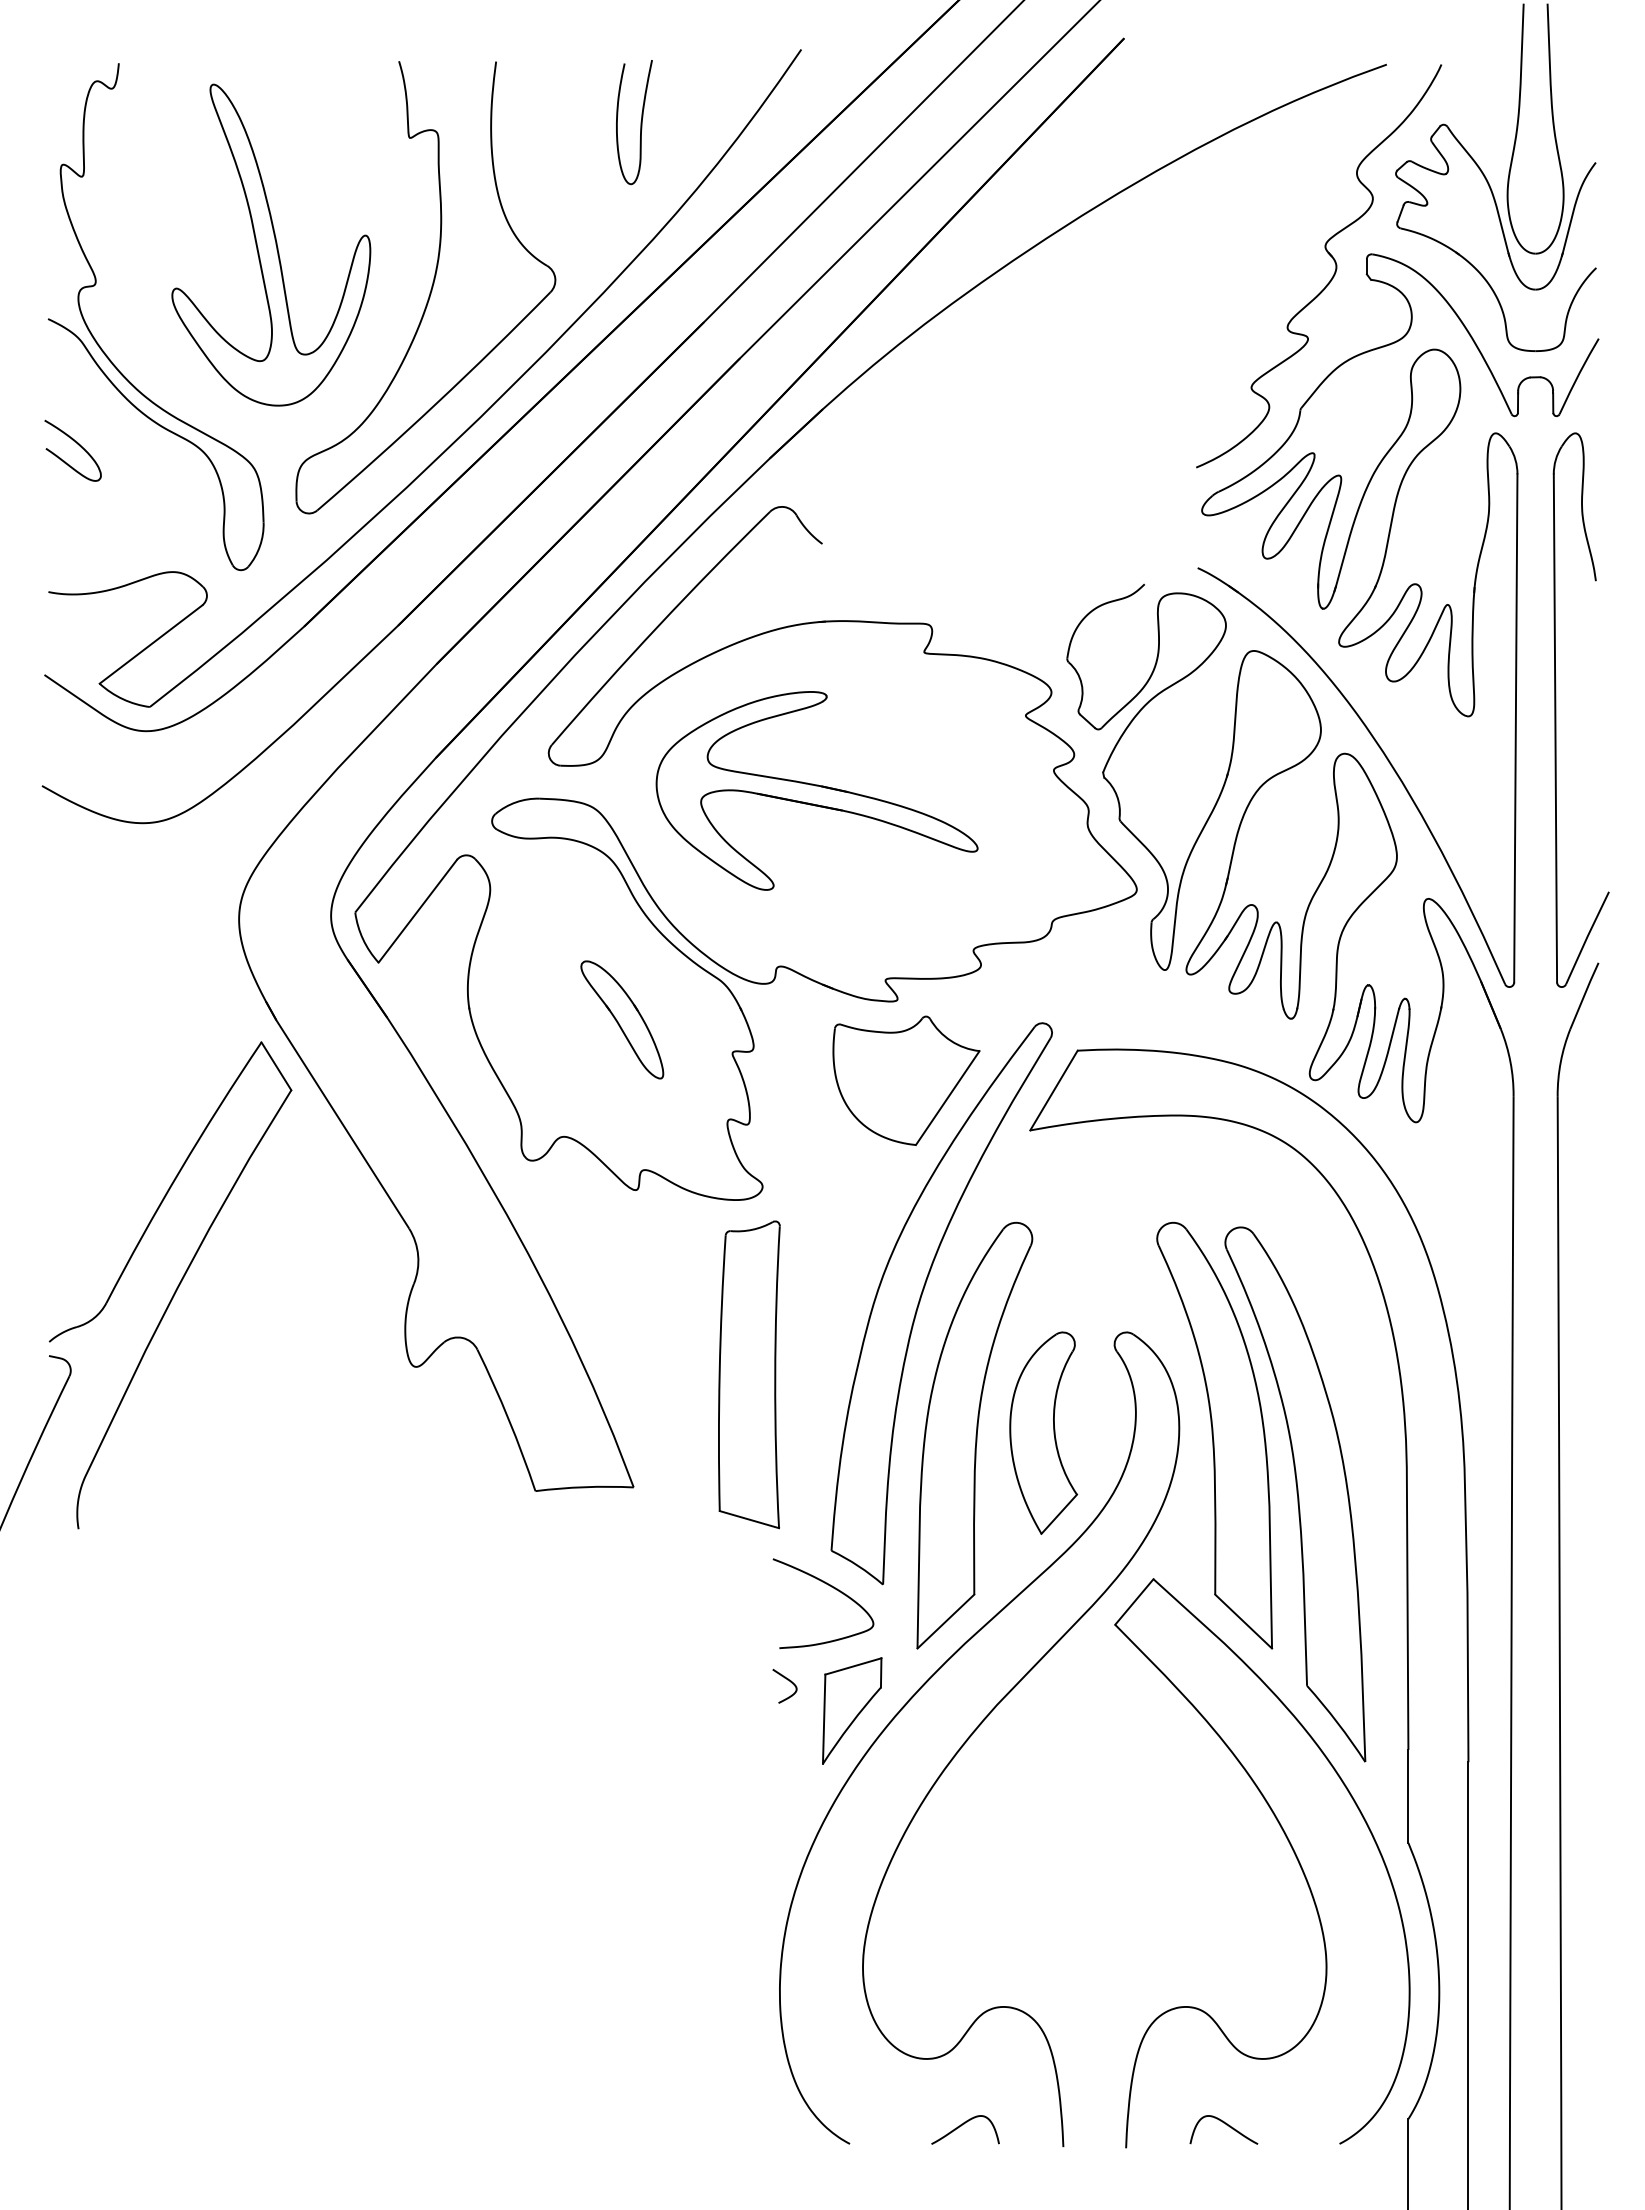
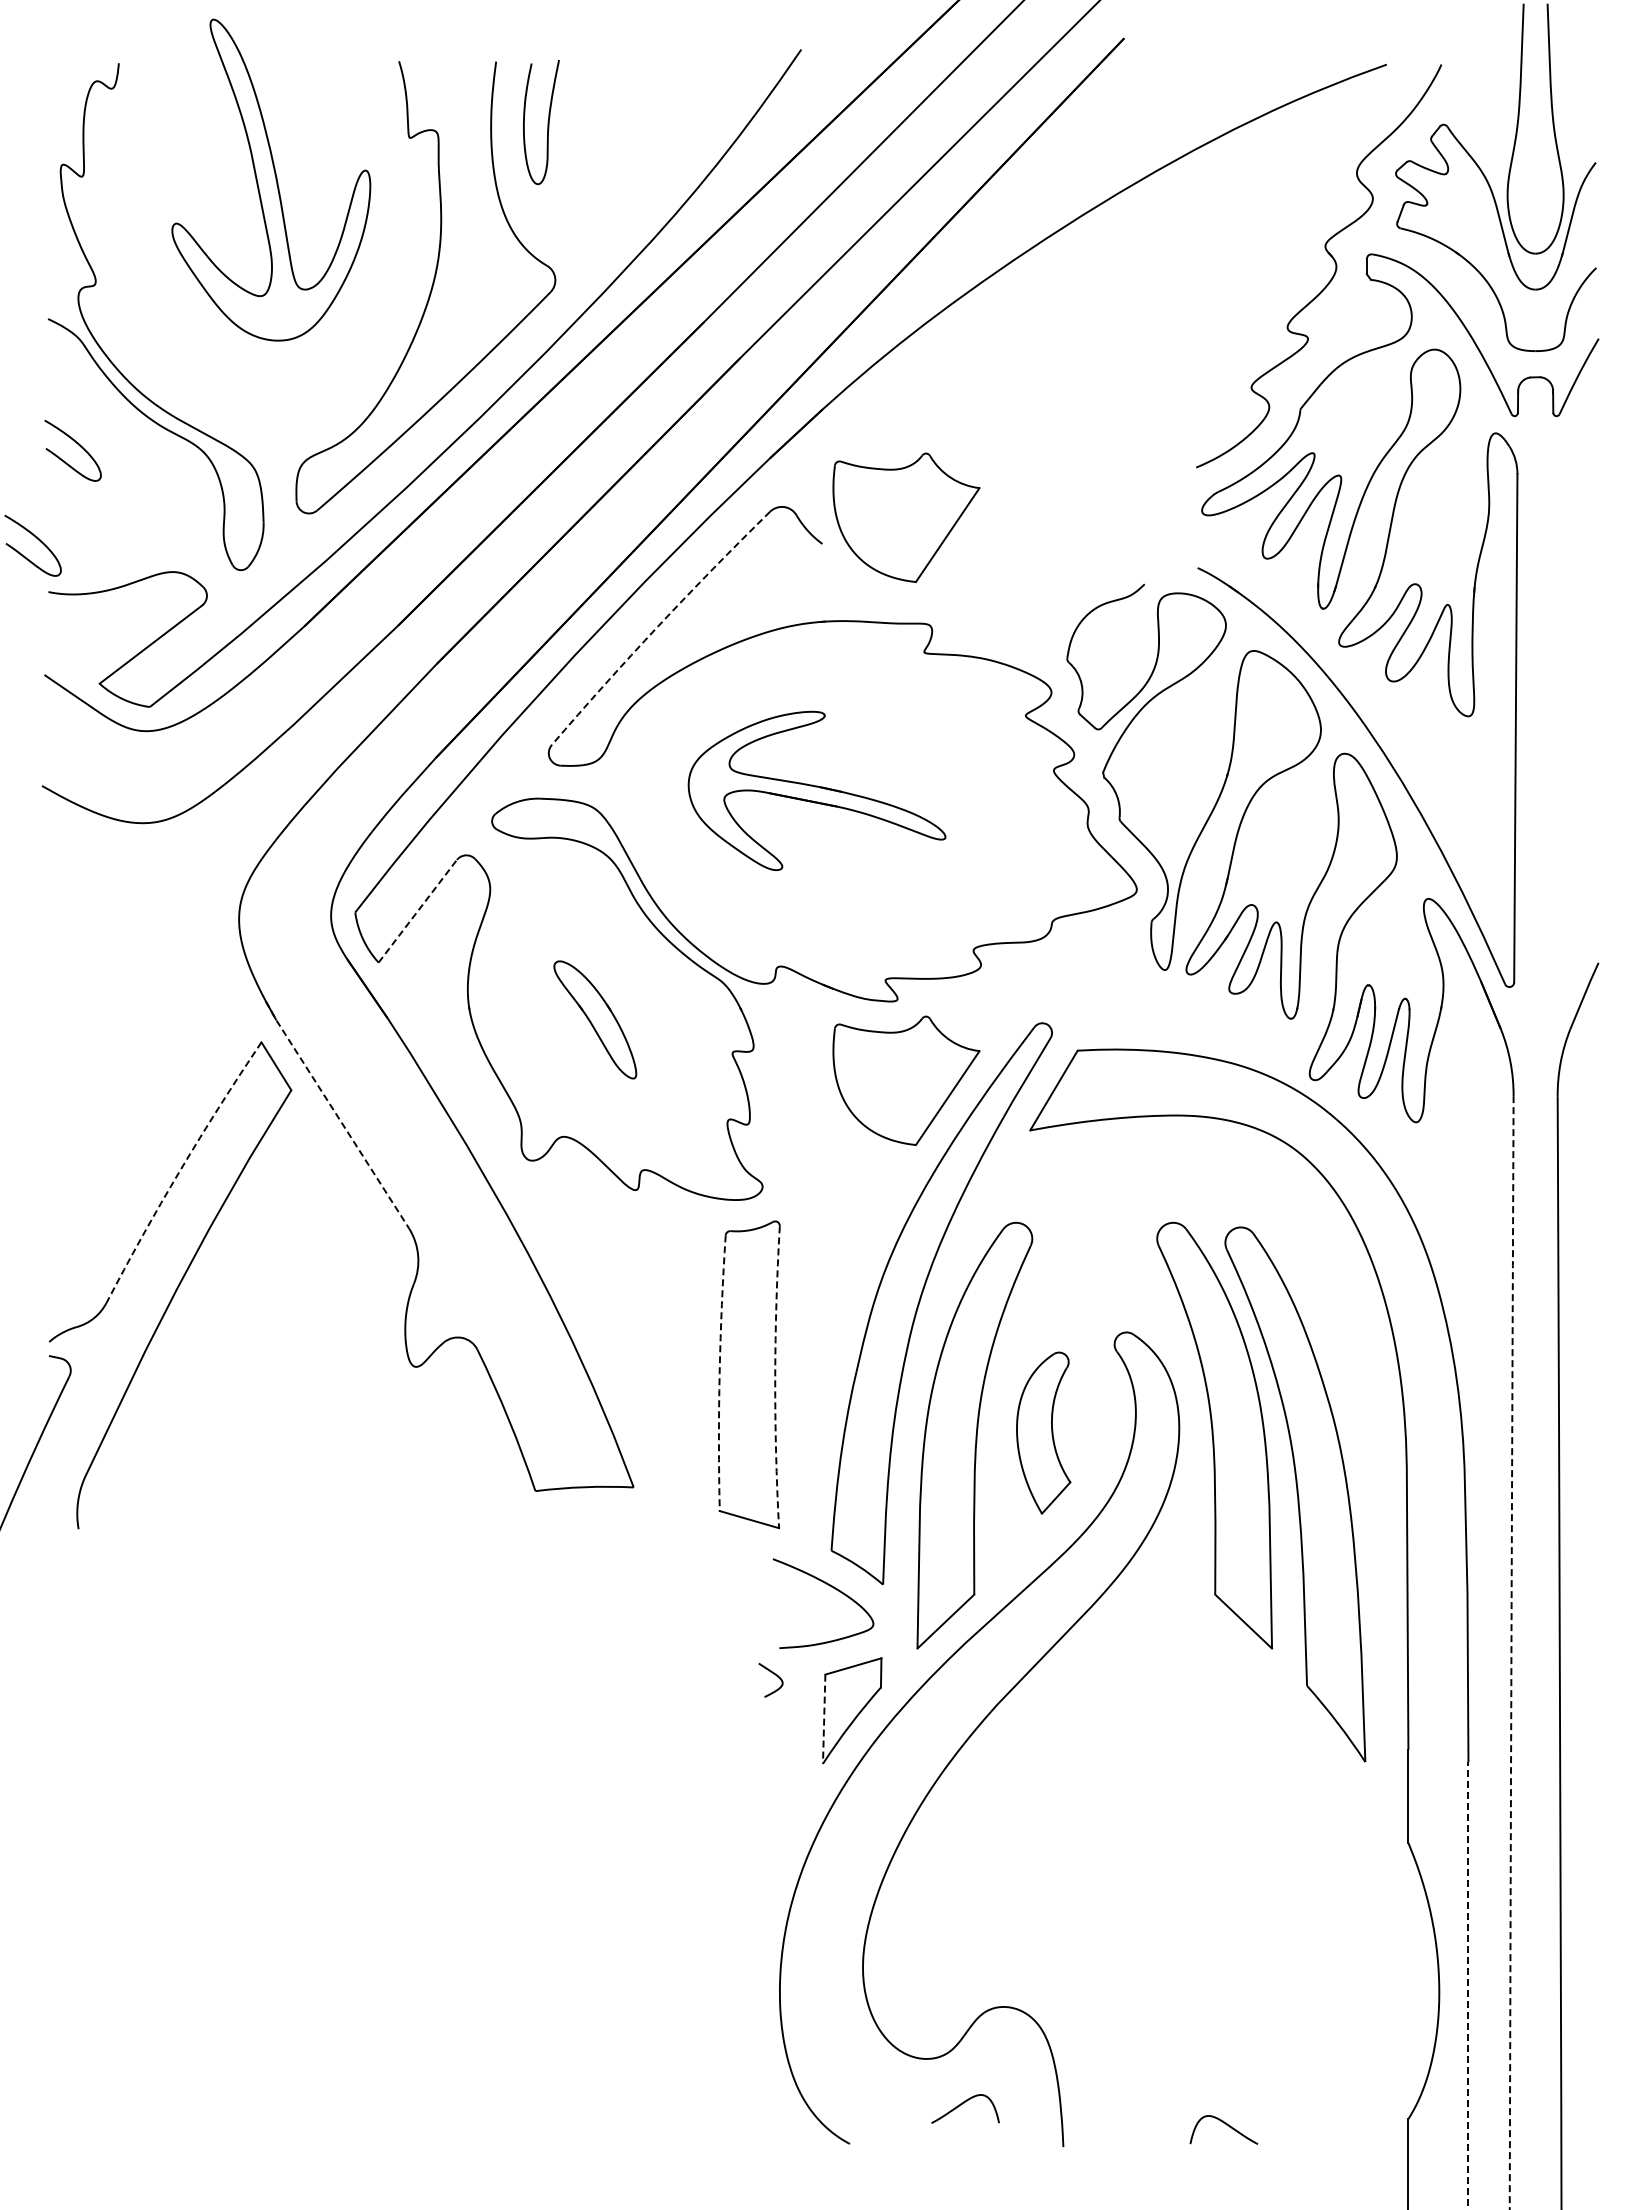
curve at (640, 122) position: (640, 122) -> (547, 122)
part at (271, 244) position: (271, 244) -> (271, 179)
part at (906, 517): none -> present
curve at (37, 539): none -> present
arc at (658, 626): solid -> dashed
part at (1556, 709): present -> none
part at (816, 790) size: 324x200 px -> 260x161 px
line at (417, 911): solid -> dashed
part at (622, 1019) position: (622, 1019) -> (595, 1019)
line at (336, 1115): solid -> dashed
arc at (180, 1170): solid -> dashed
arc at (719, 1373): solid -> dashed
arc at (775, 1377): solid -> dashed
part at (1043, 1432) size: 70x204 px -> 56x164 px
arc at (1511, 1653): solid -> dashed
curve at (787, 1680) position: (787, 1680) -> (773, 1674)
line at (824, 1719): solid -> dashed
part at (1291, 1848): present -> none
line at (1468, 1985): solid -> dashed
curve at (962, 2125) position: (962, 2125) -> (962, 2104)
